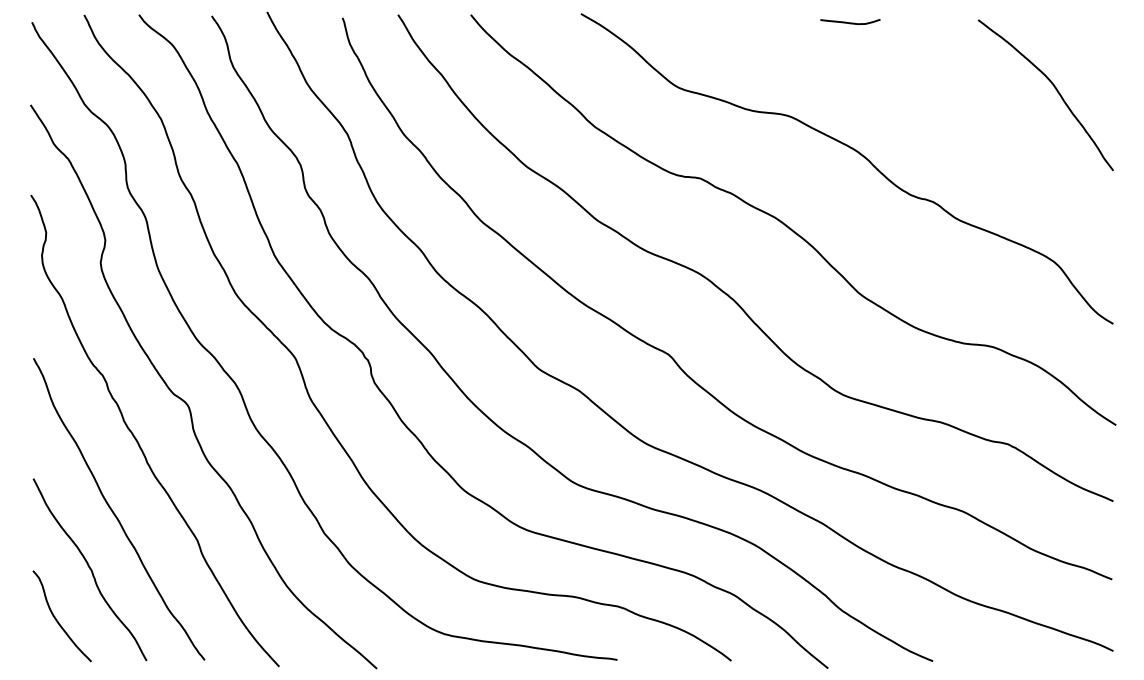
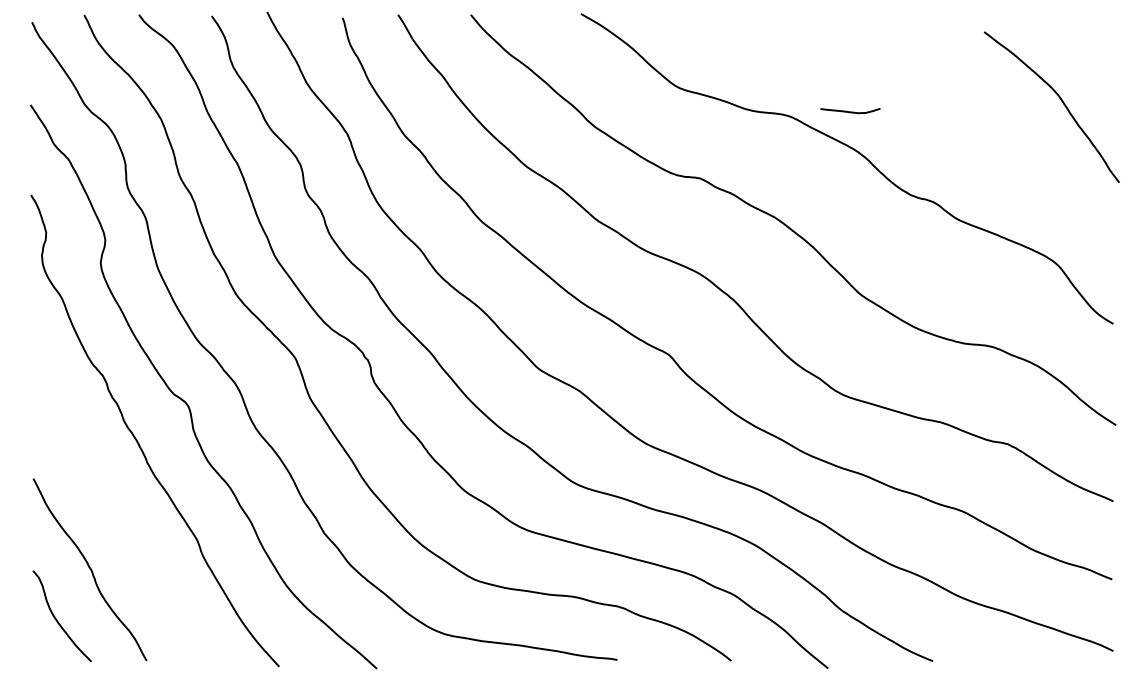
curve at (850, 22) position: (850, 22) -> (850, 111)
curve at (1054, 88) position: (1054, 88) -> (1060, 100)
curve at (114, 512): present -> none
